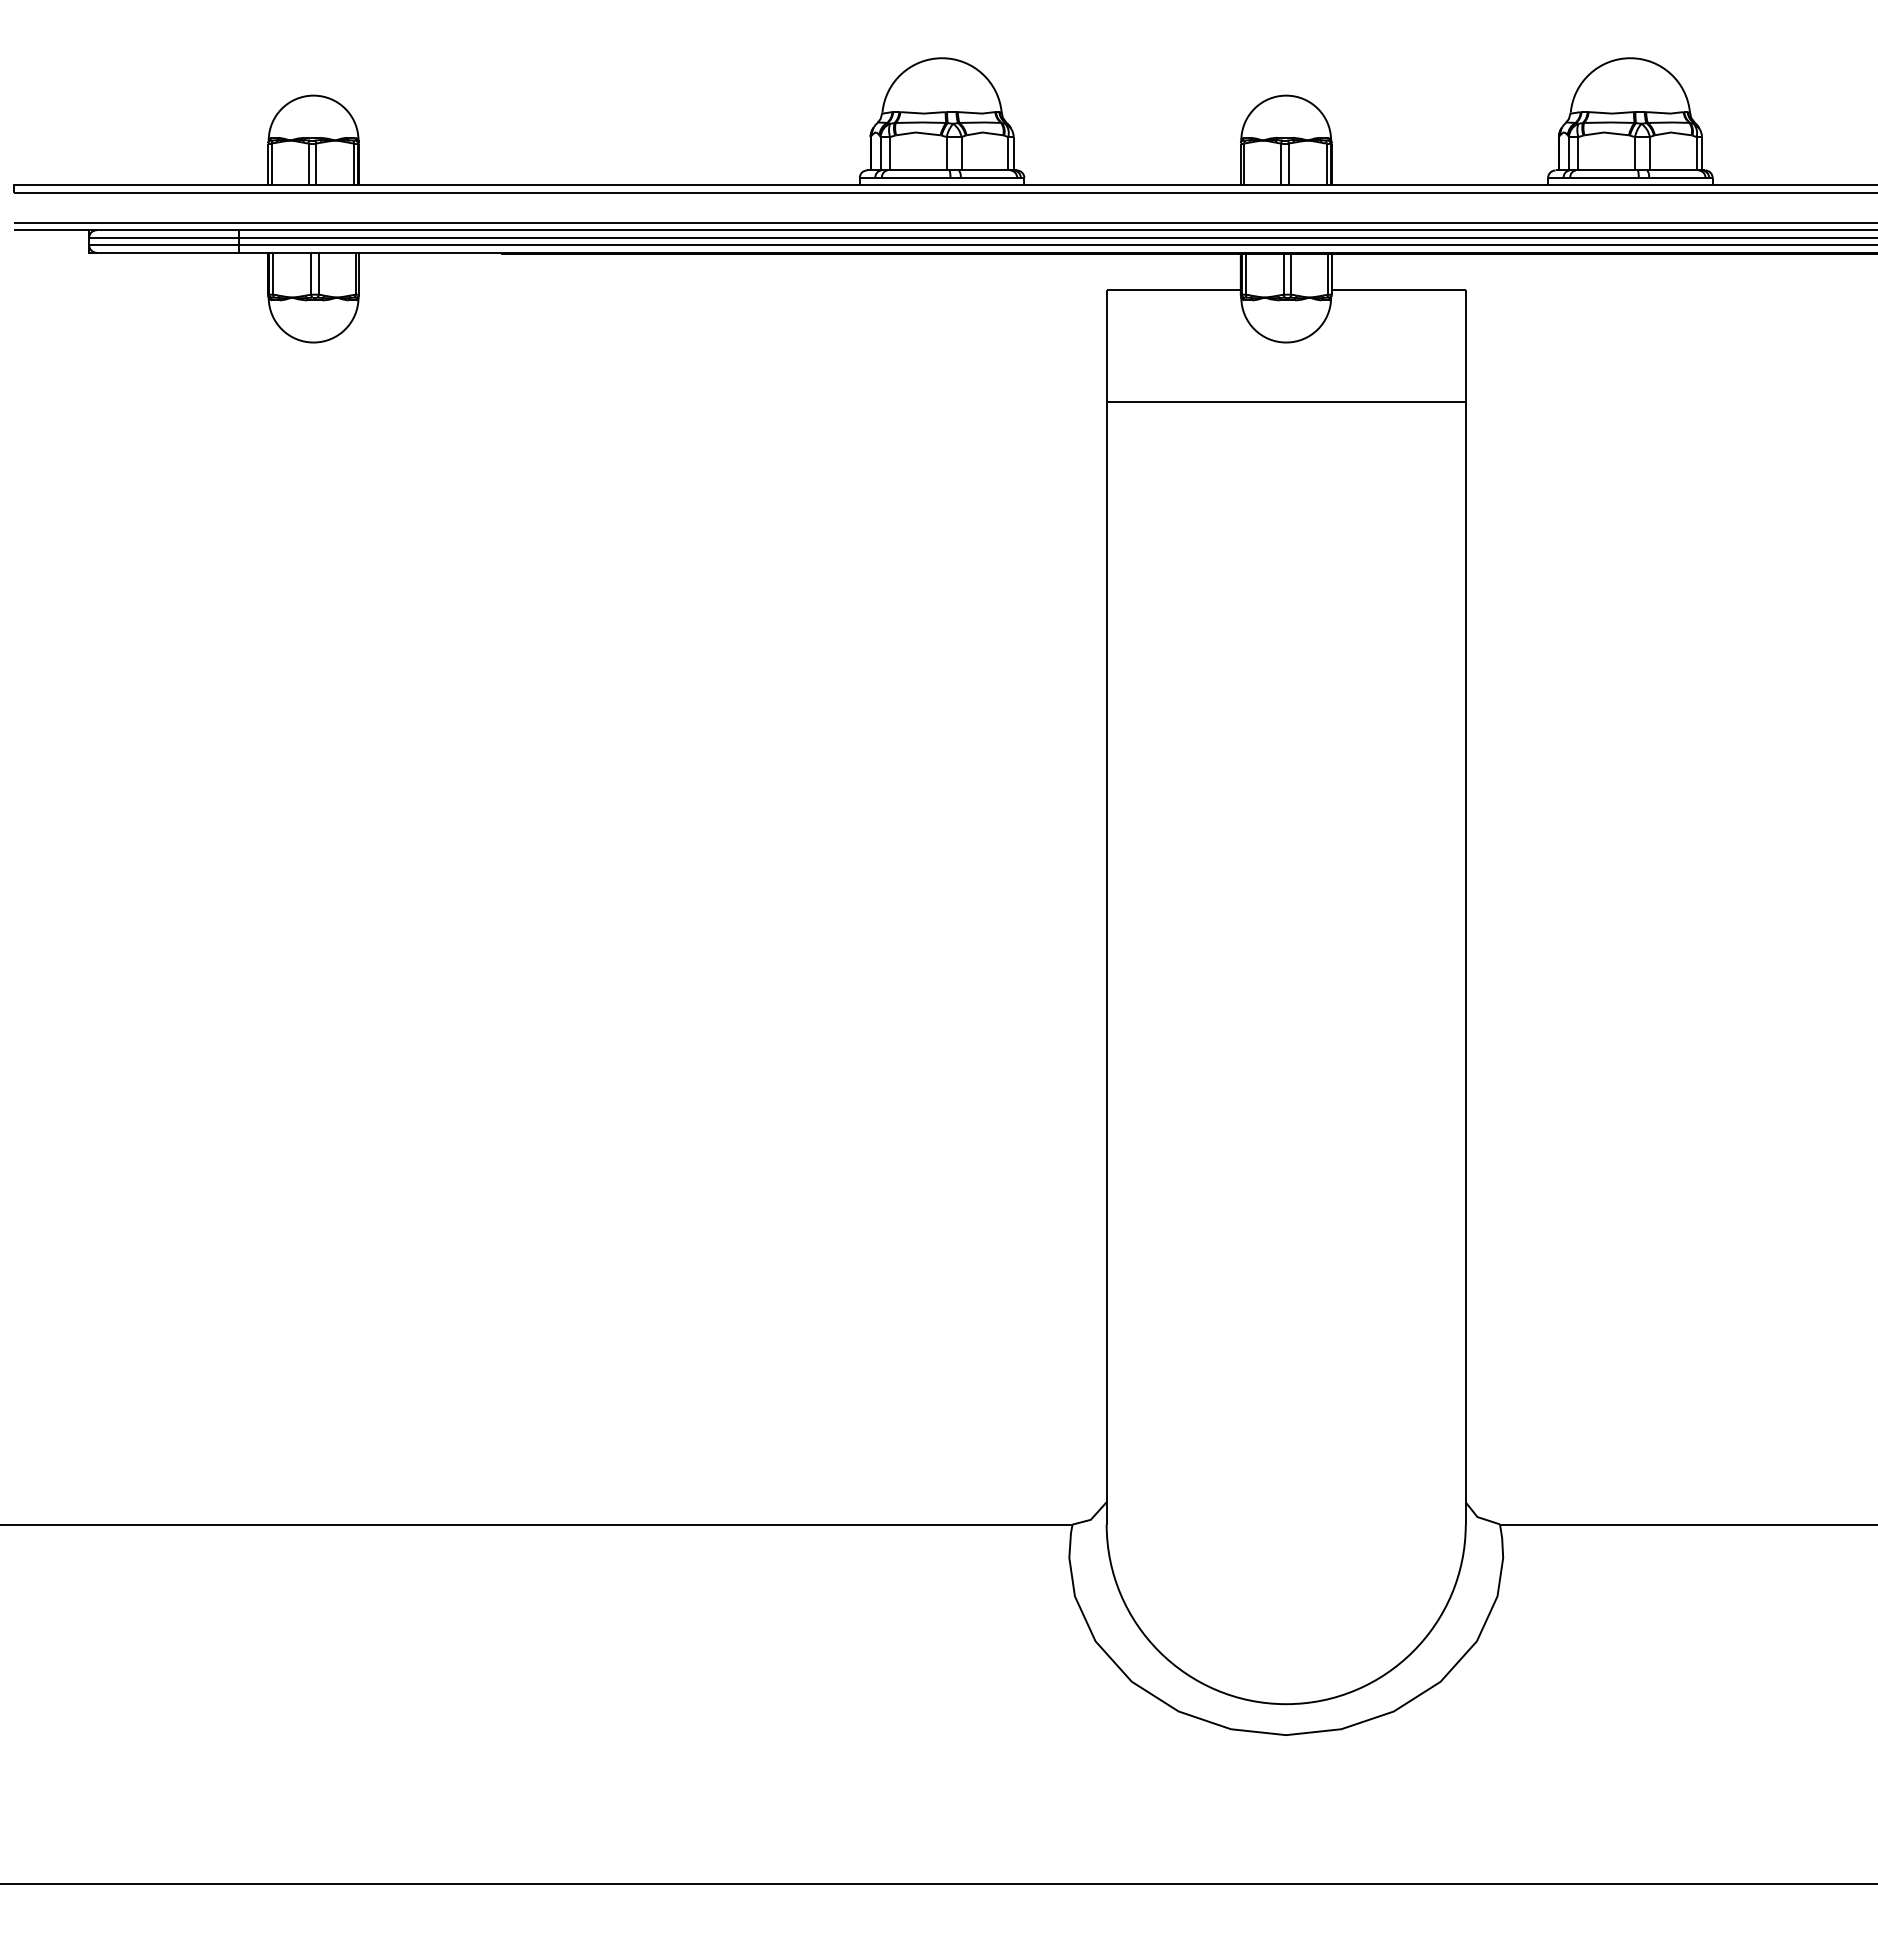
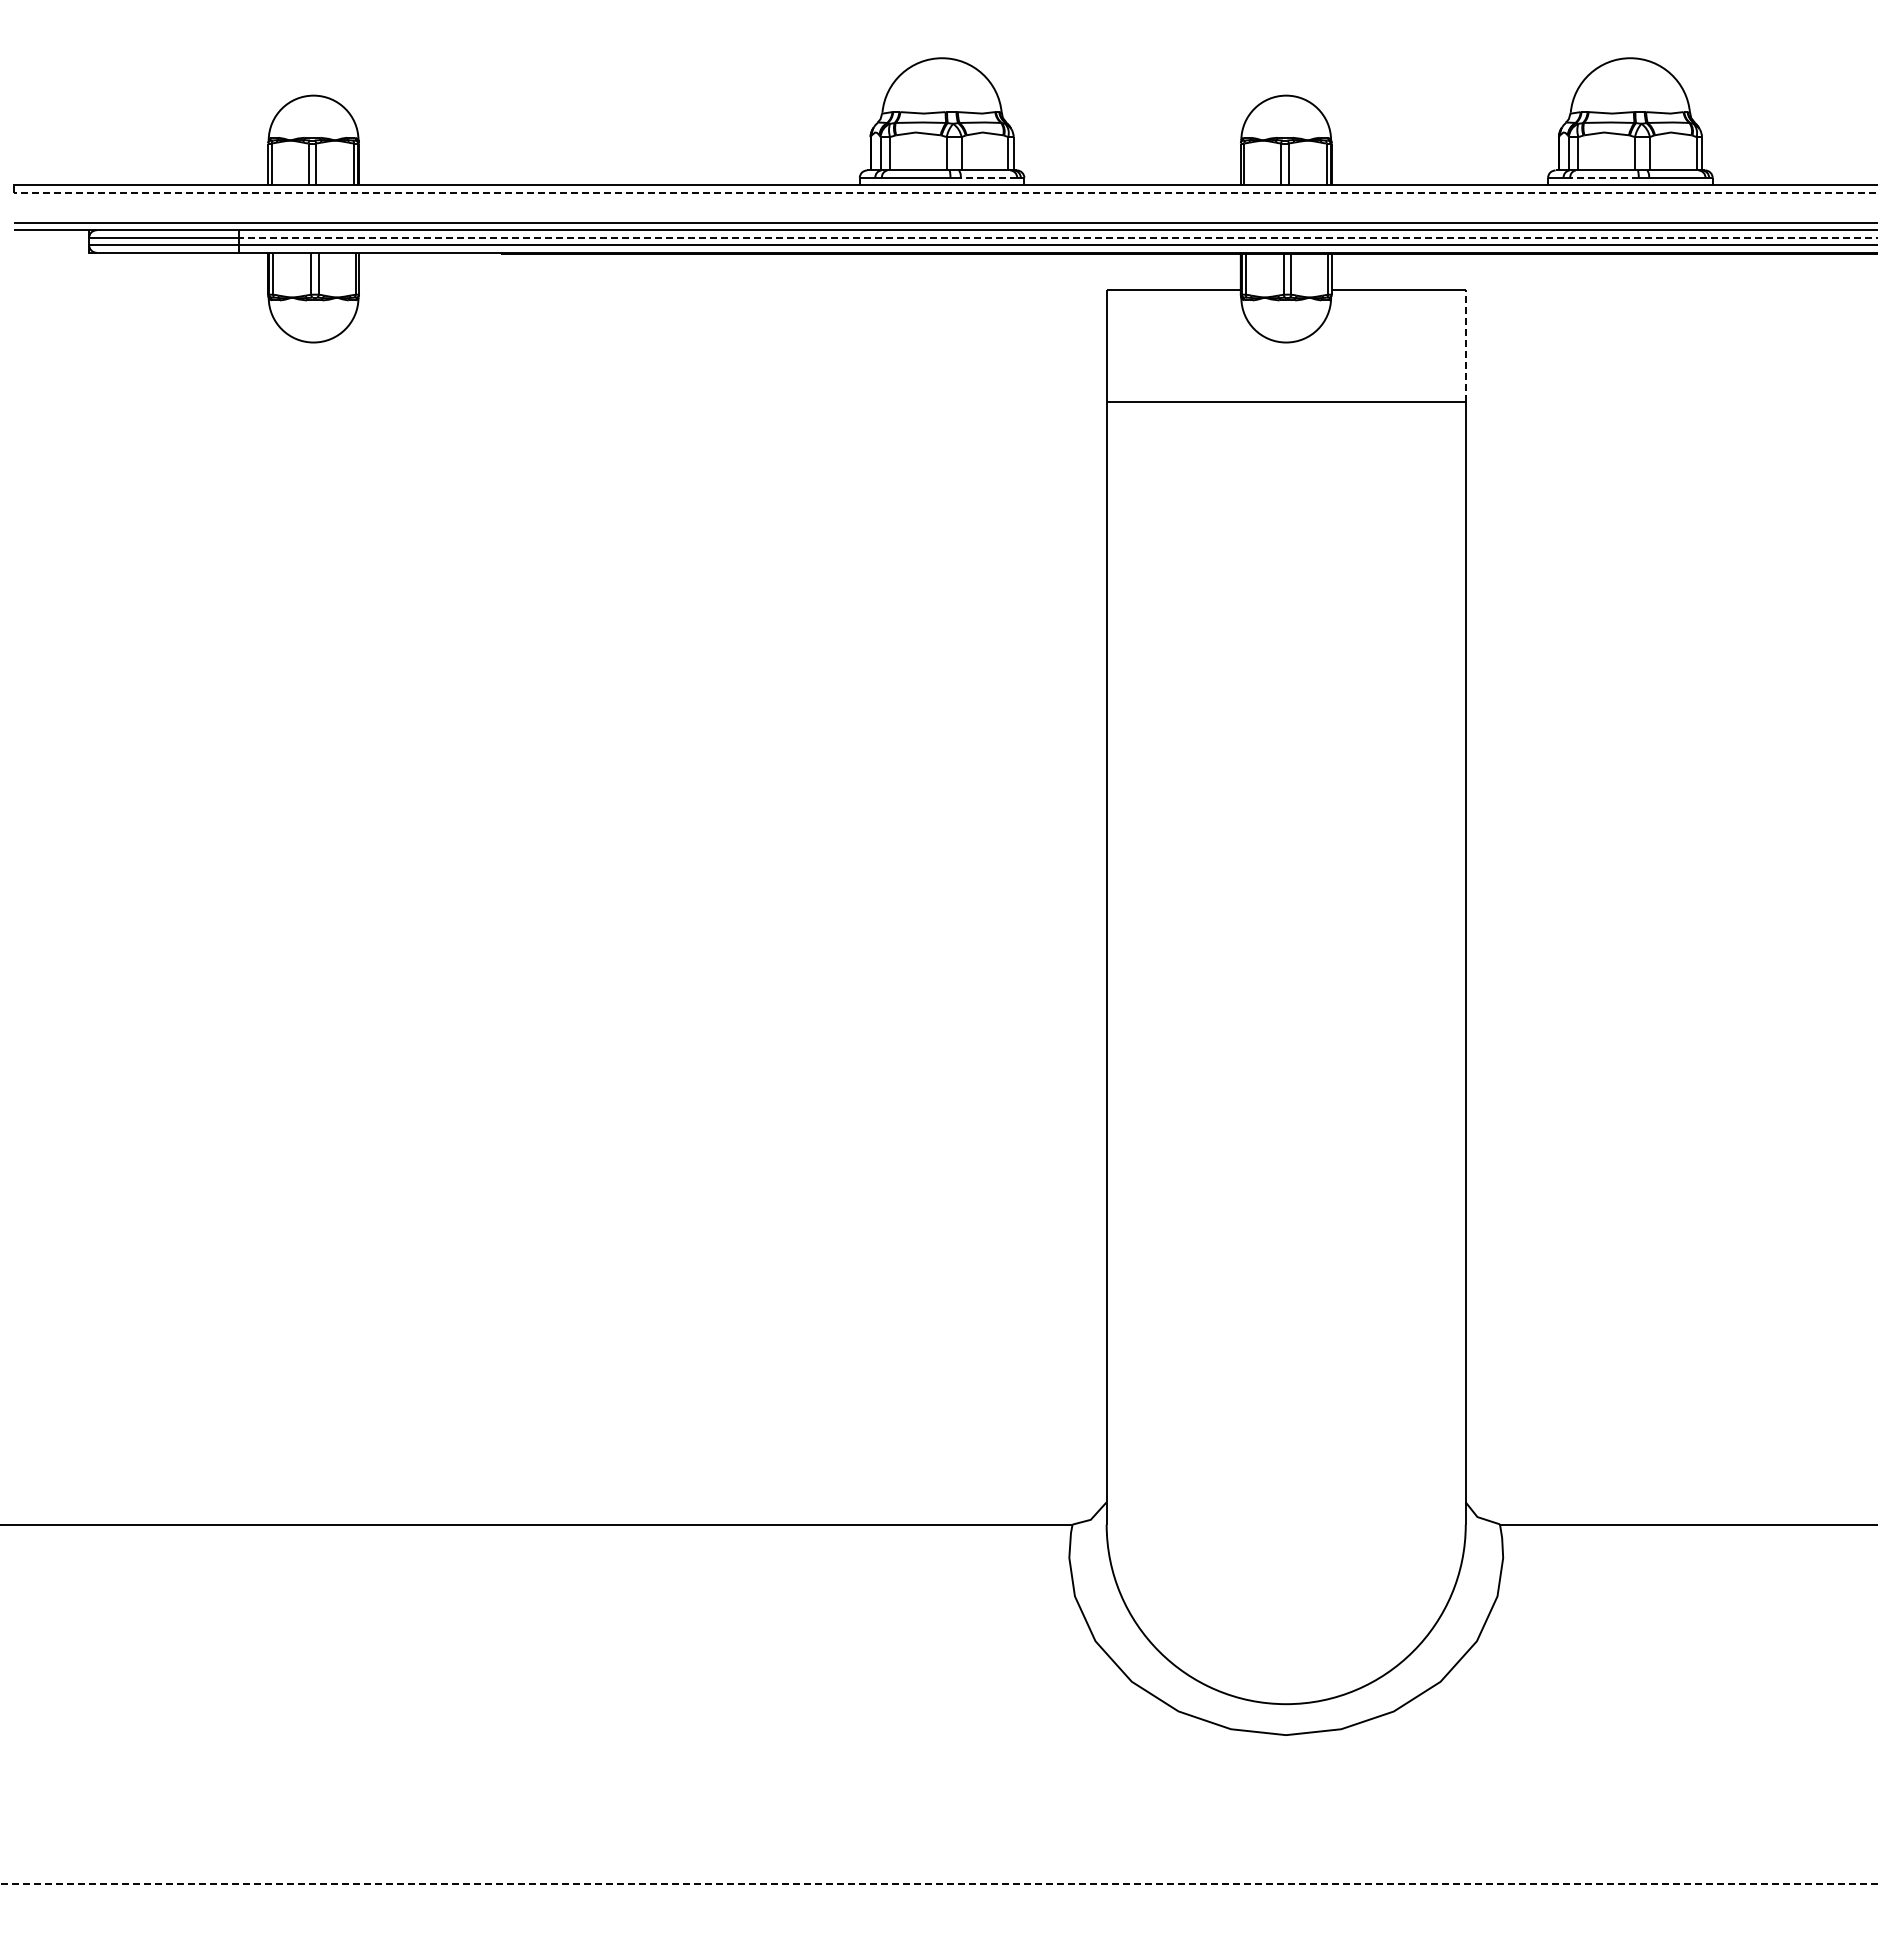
line at (988, 177): solid -> dashed
line at (1603, 177): solid -> dashed
line at (945, 192): solid -> dashed
line at (1057, 237): solid -> dashed
line at (1465, 345): solid -> dashed
line at (938, 1883): solid -> dashed
